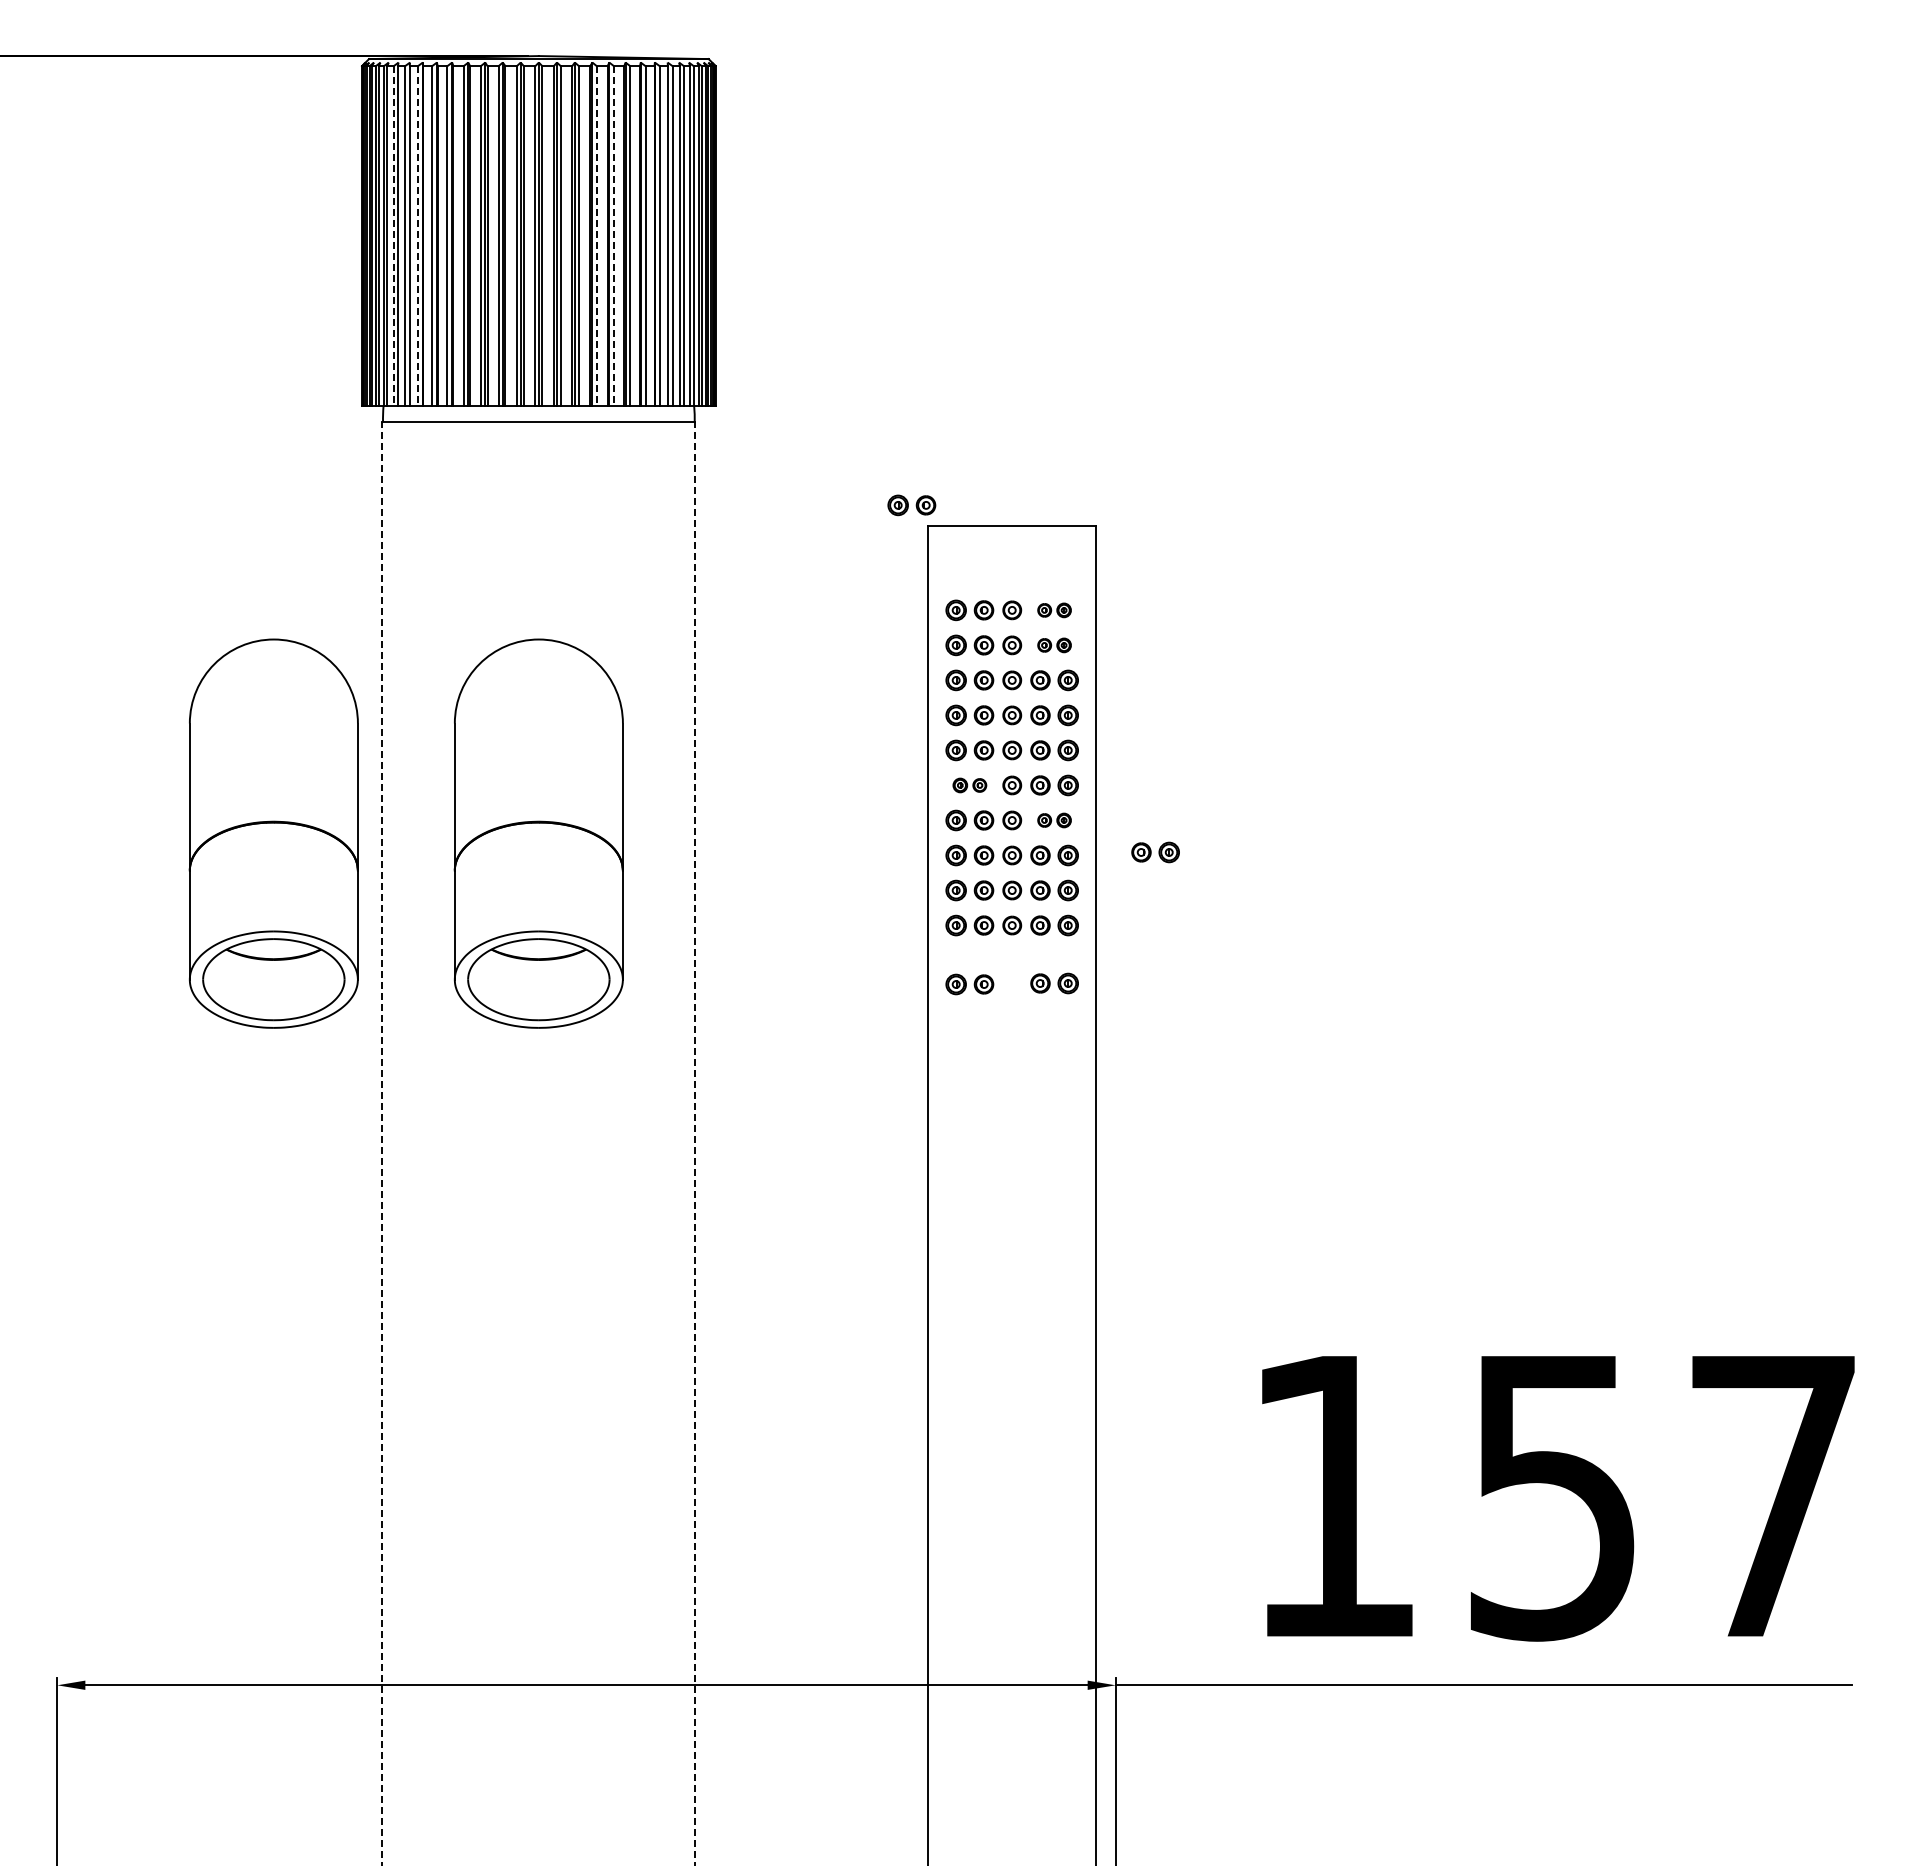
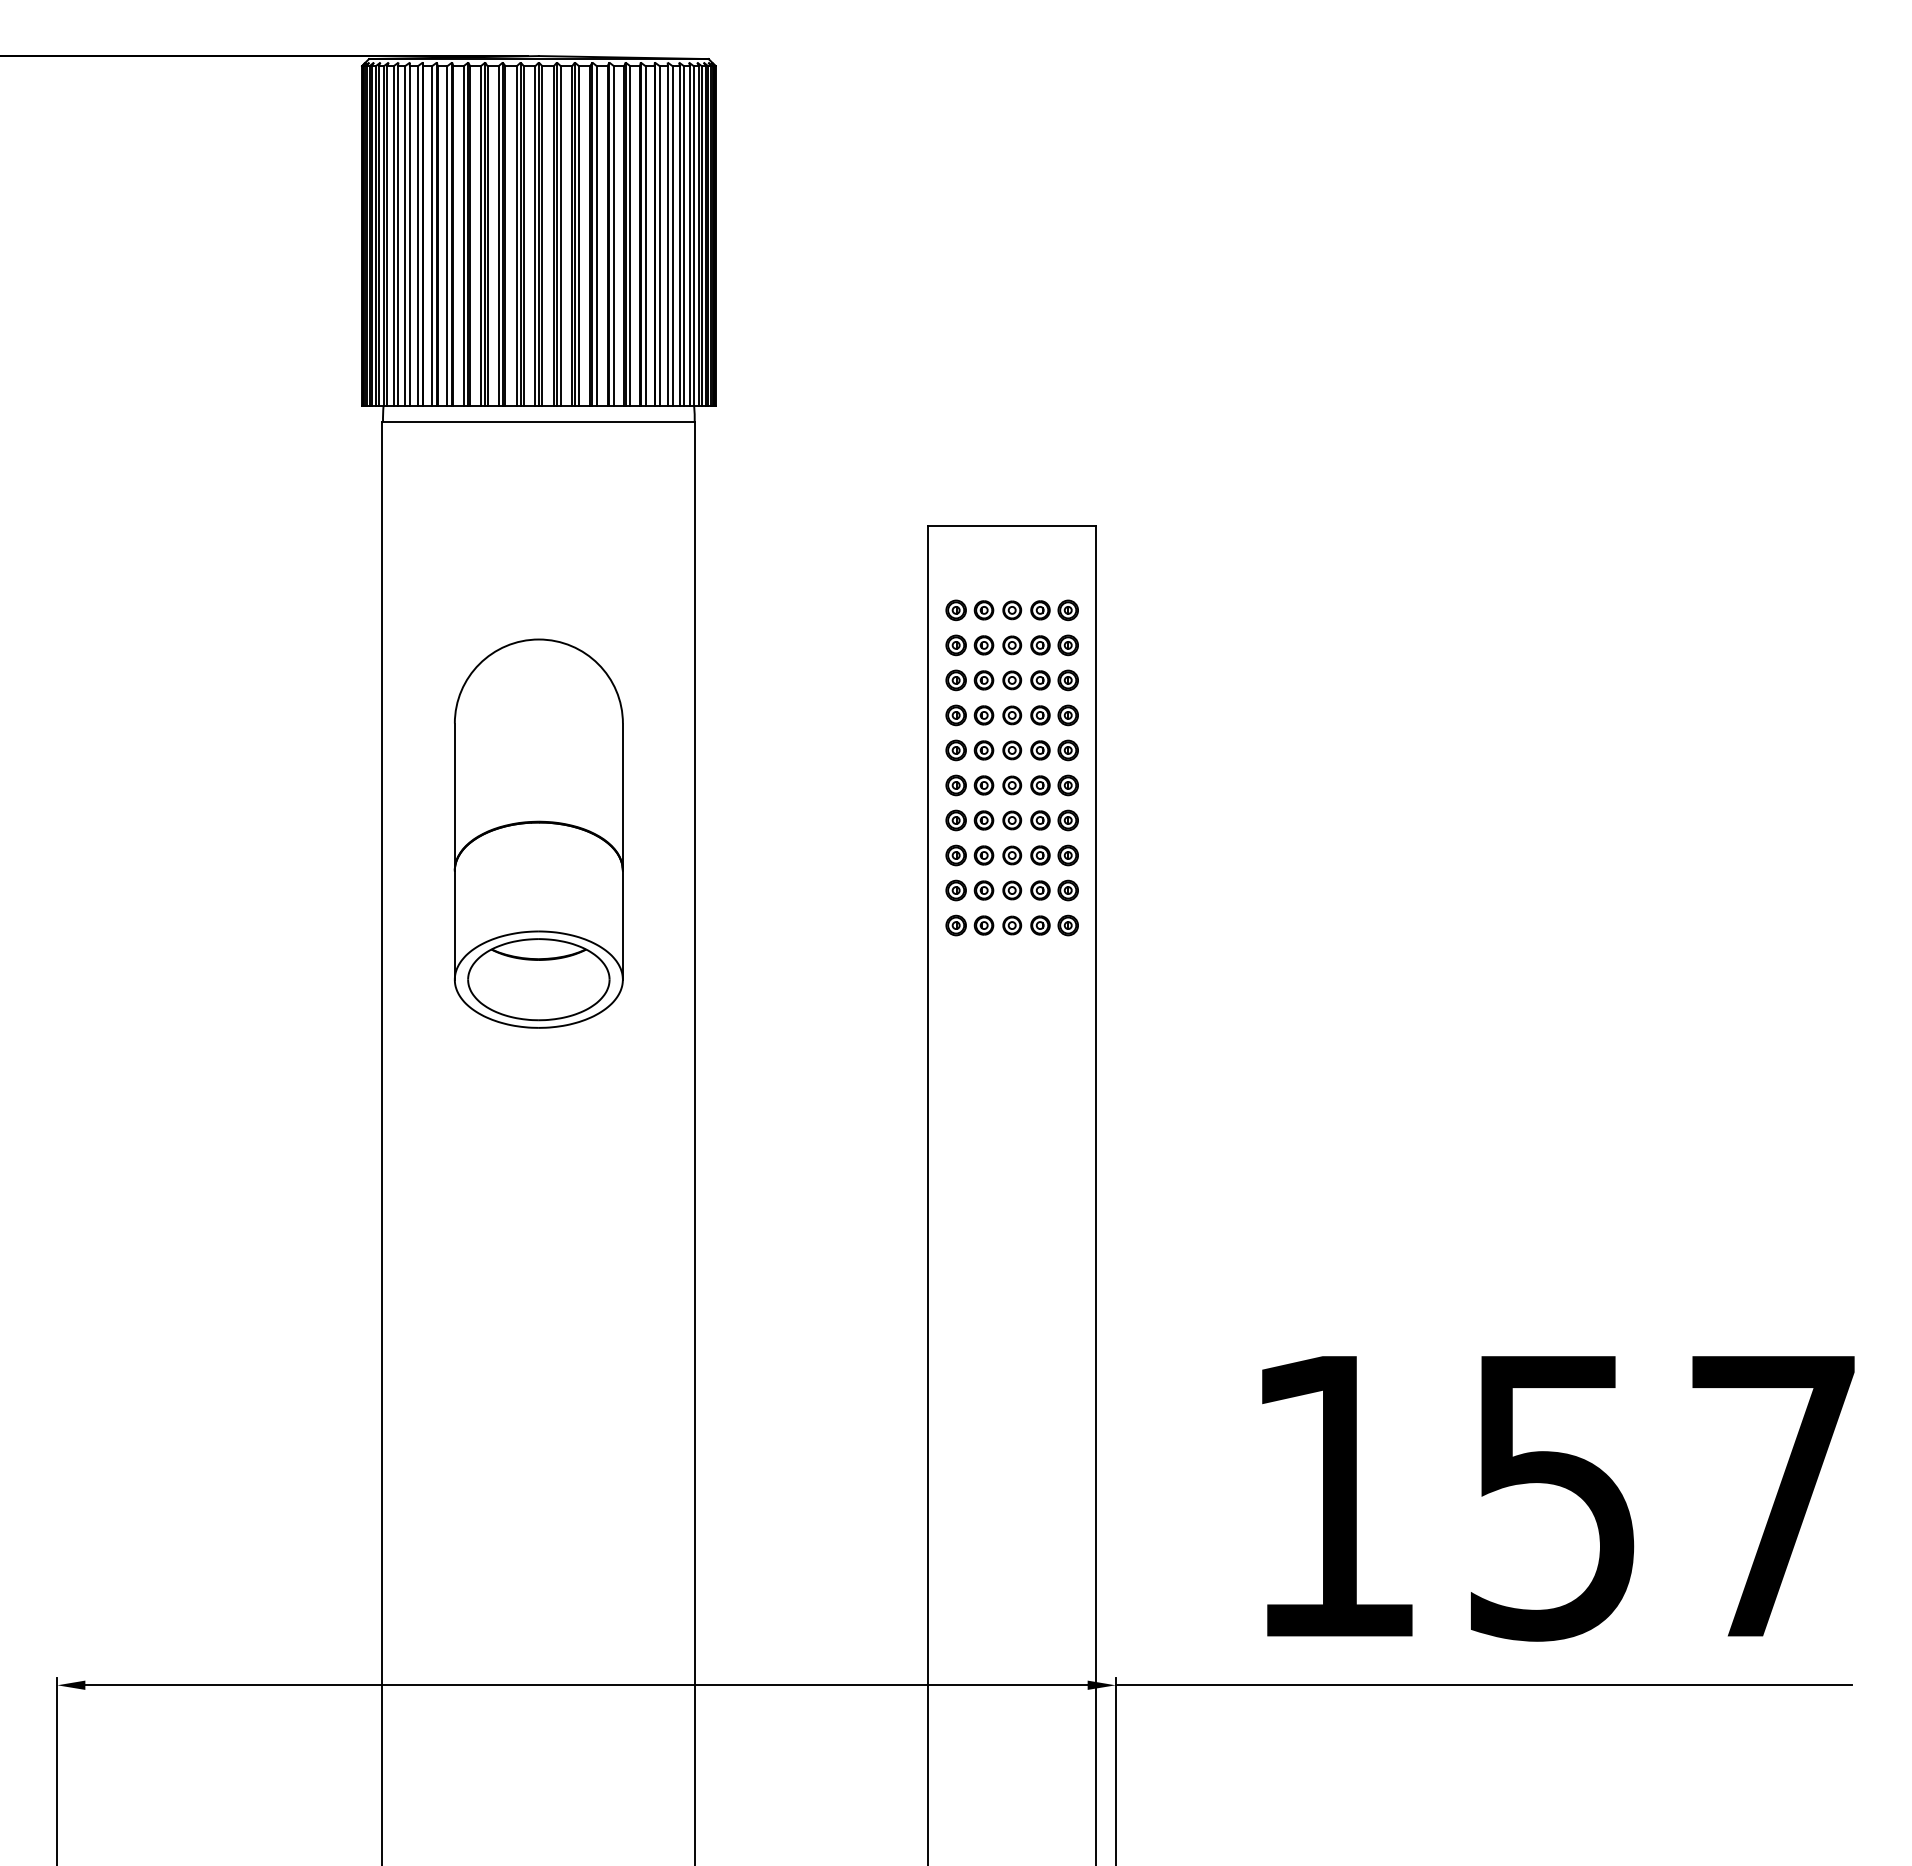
line at (393, 236): dashed -> solid
line at (418, 236): dashed -> solid
line at (596, 236): dashed -> solid
line at (613, 236): dashed -> solid
part at (911, 505): present -> none
part at (1054, 610) size: 35x17 px -> 49x23 px
part at (1054, 645) size: 35x17 px -> 49x23 px
part at (969, 785) size: 36x17 px -> 50x23 px
part at (1054, 820) size: 35x17 px -> 49x23 px
part at (273, 833): present -> none
part at (1155, 852): present -> none
part at (1054, 983): present -> none
part at (969, 984): present -> none
line at (382, 1143): dashed -> solid
line at (695, 1143): dashed -> solid
